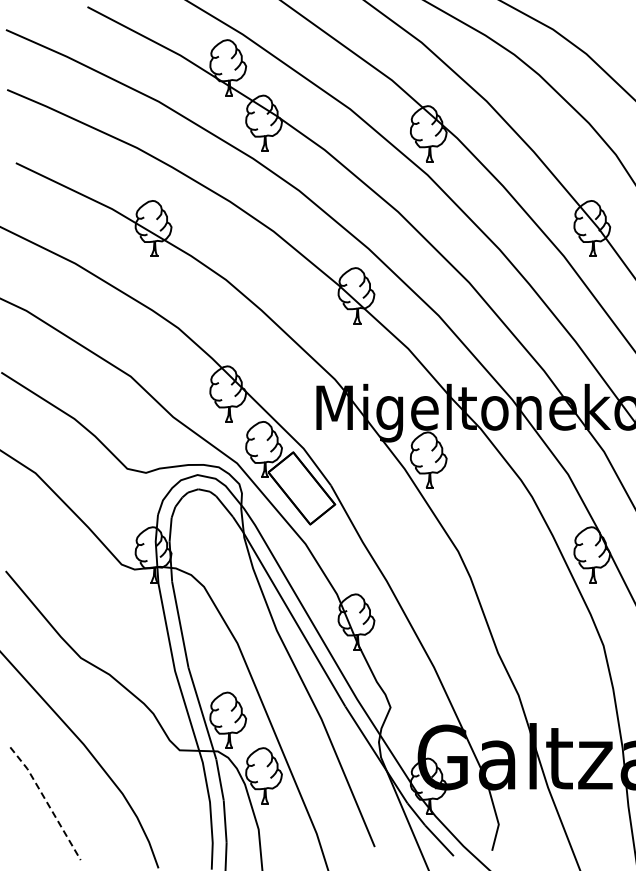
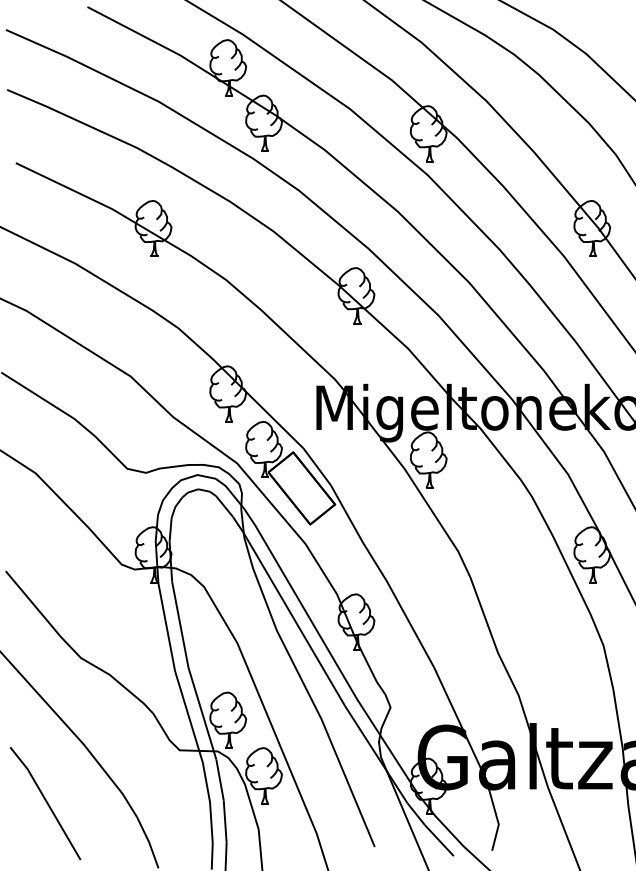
line at (47, 802): dashed -> solid
